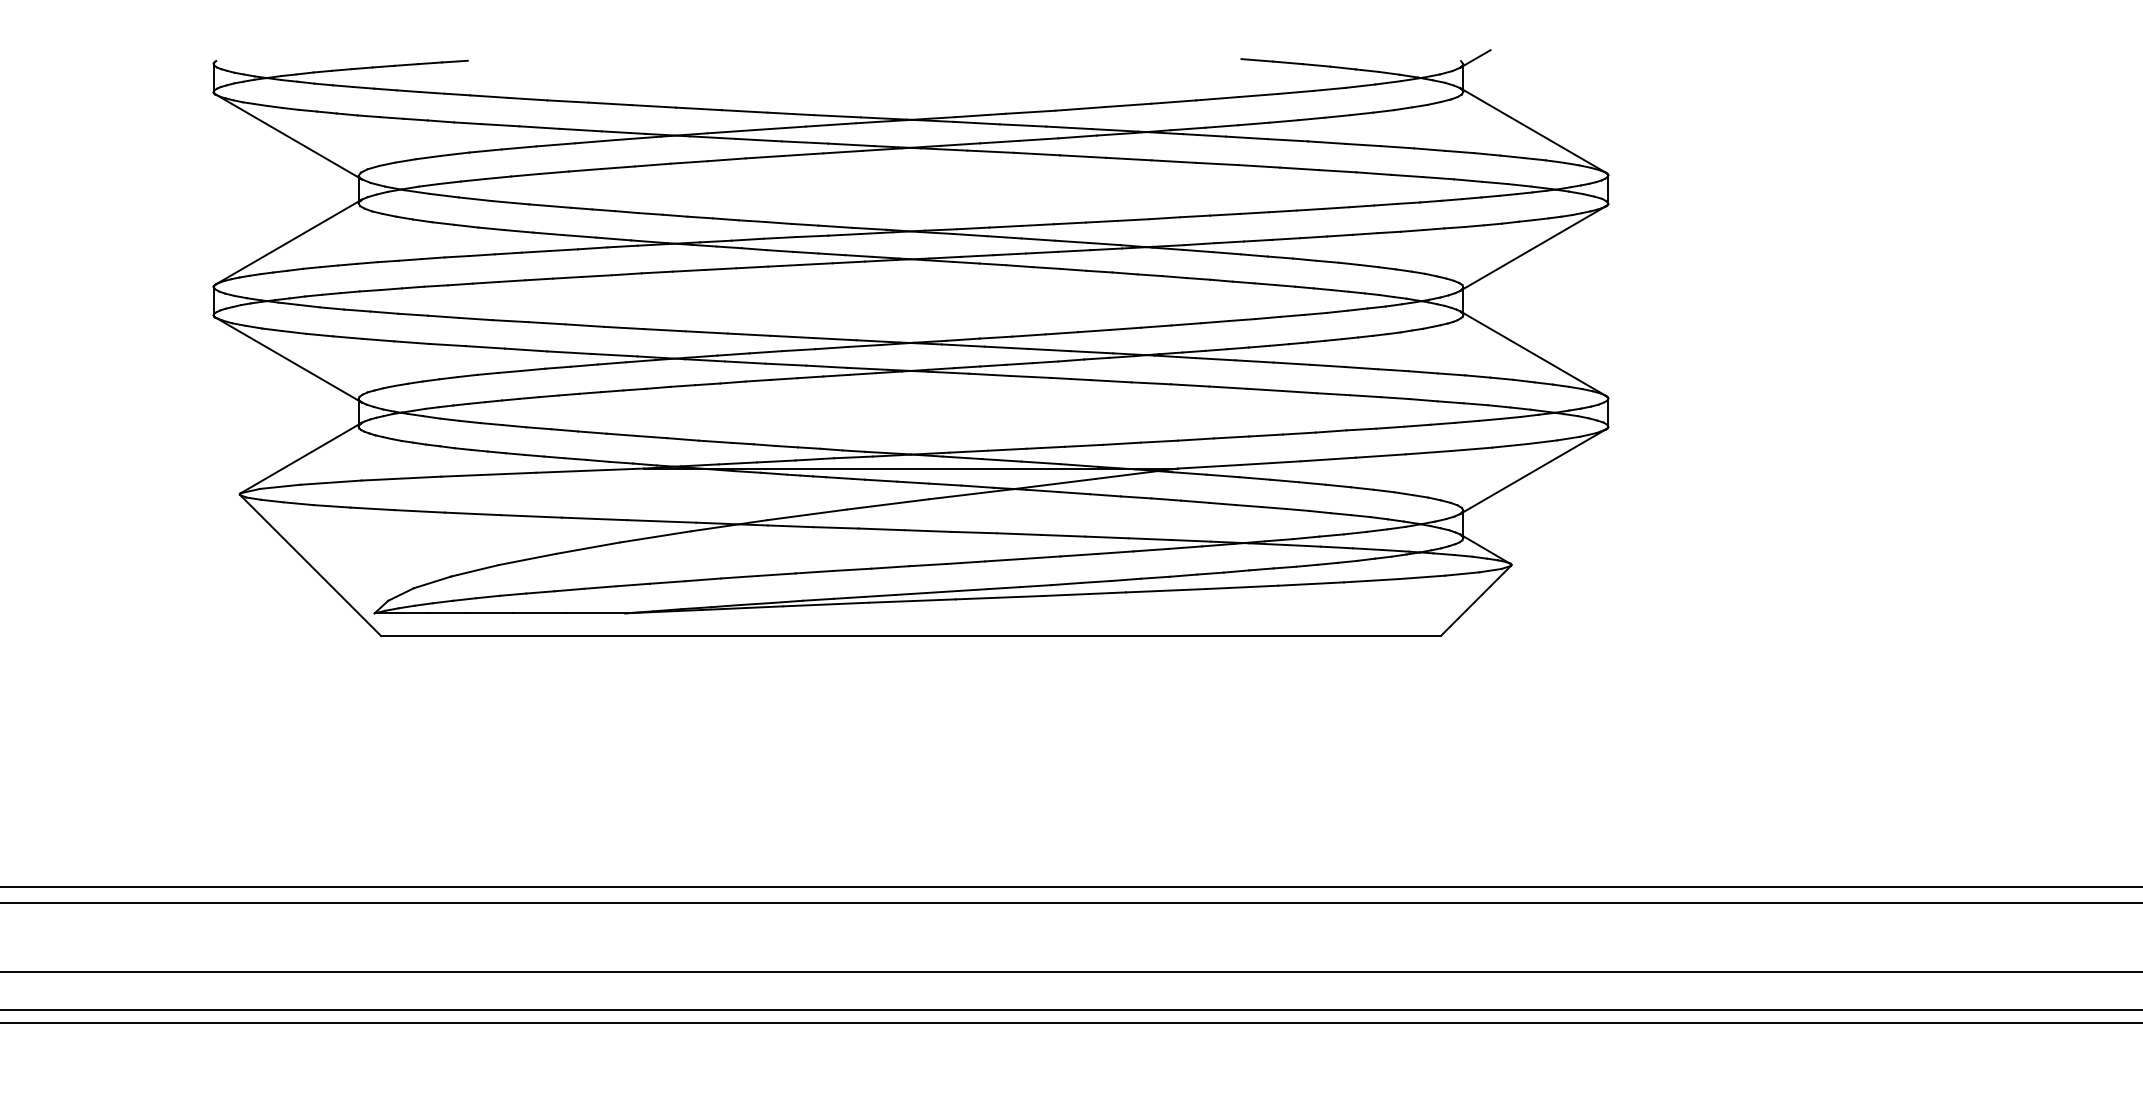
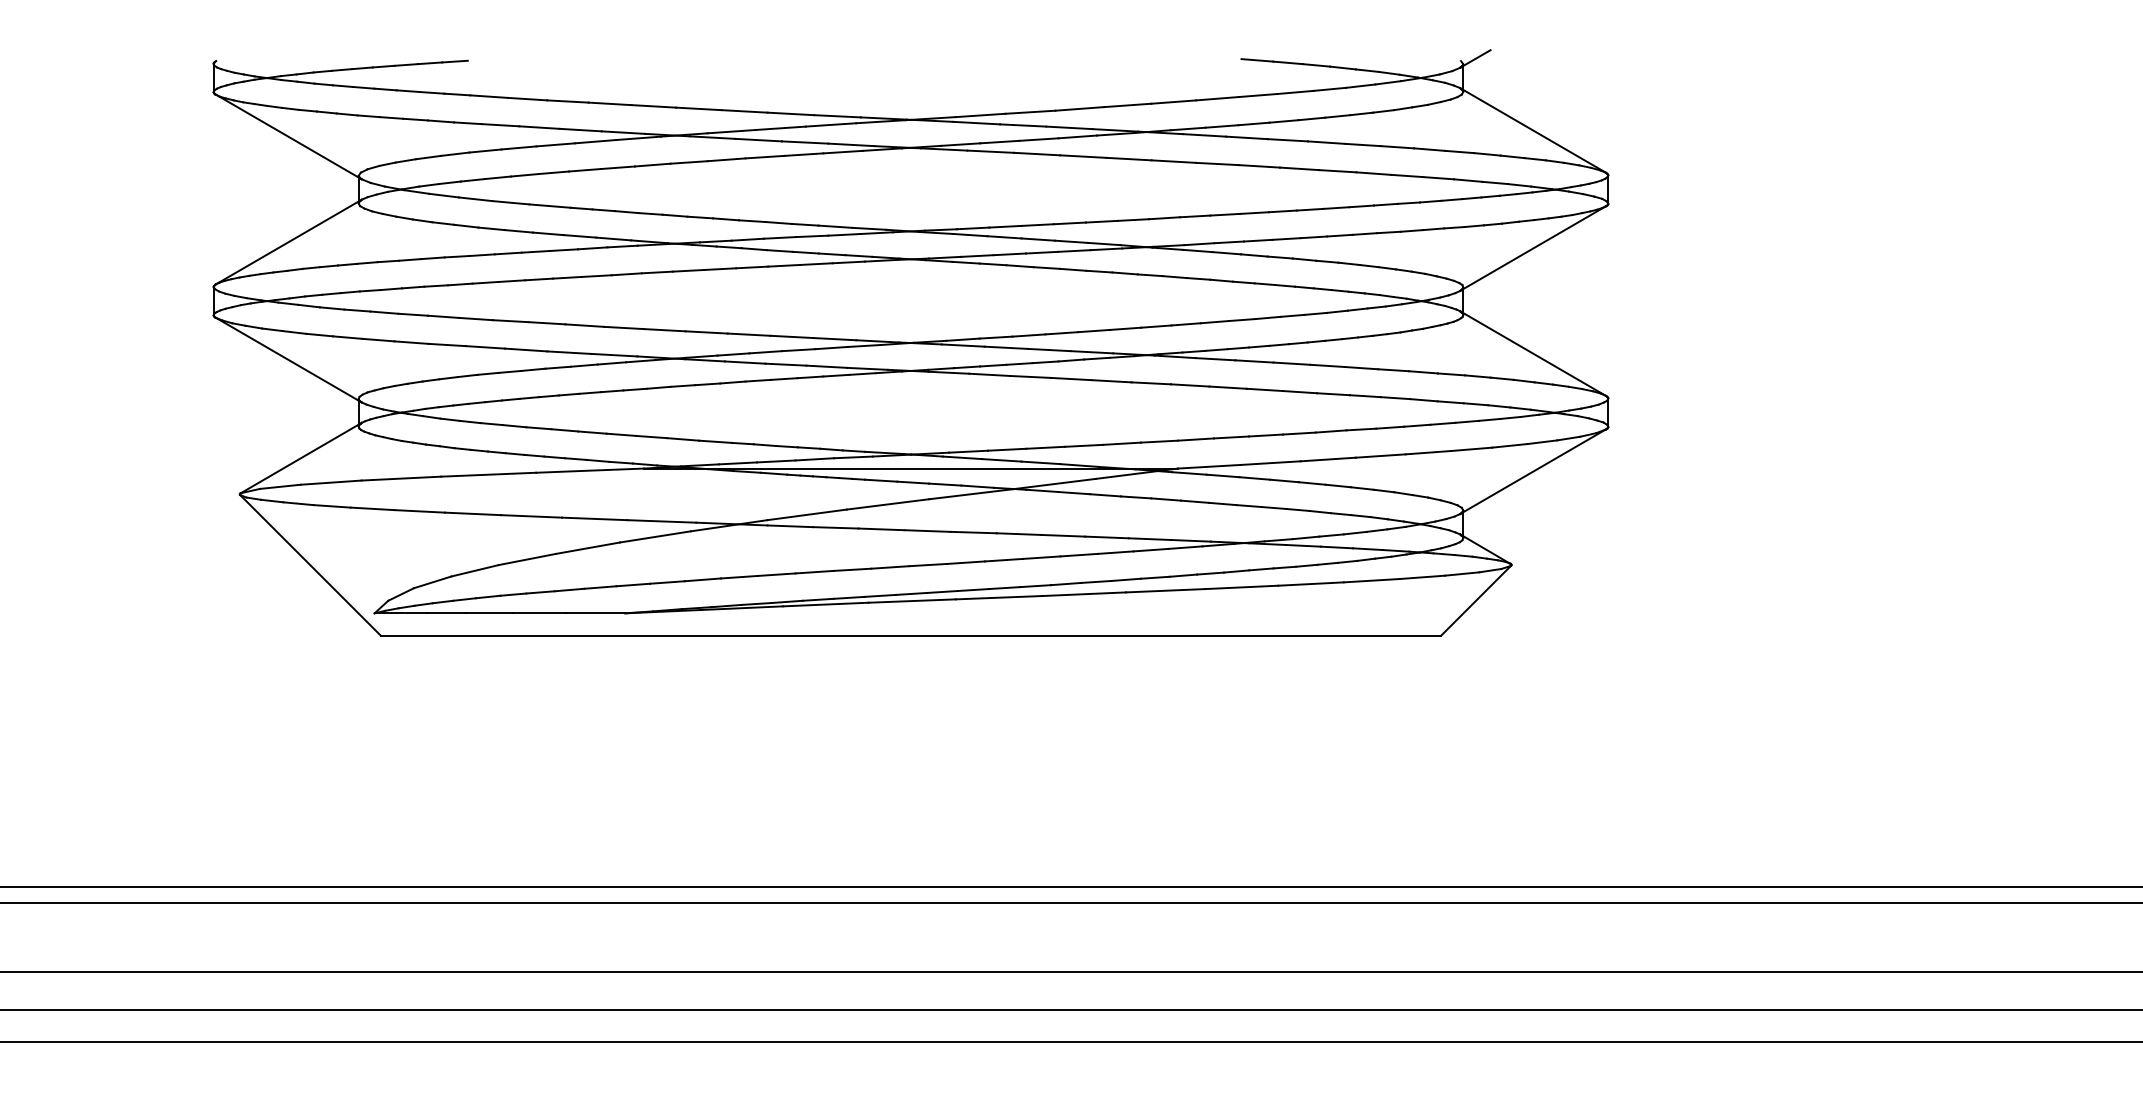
line at (1070, 1023) position: (1070, 1023) -> (1070, 1042)
